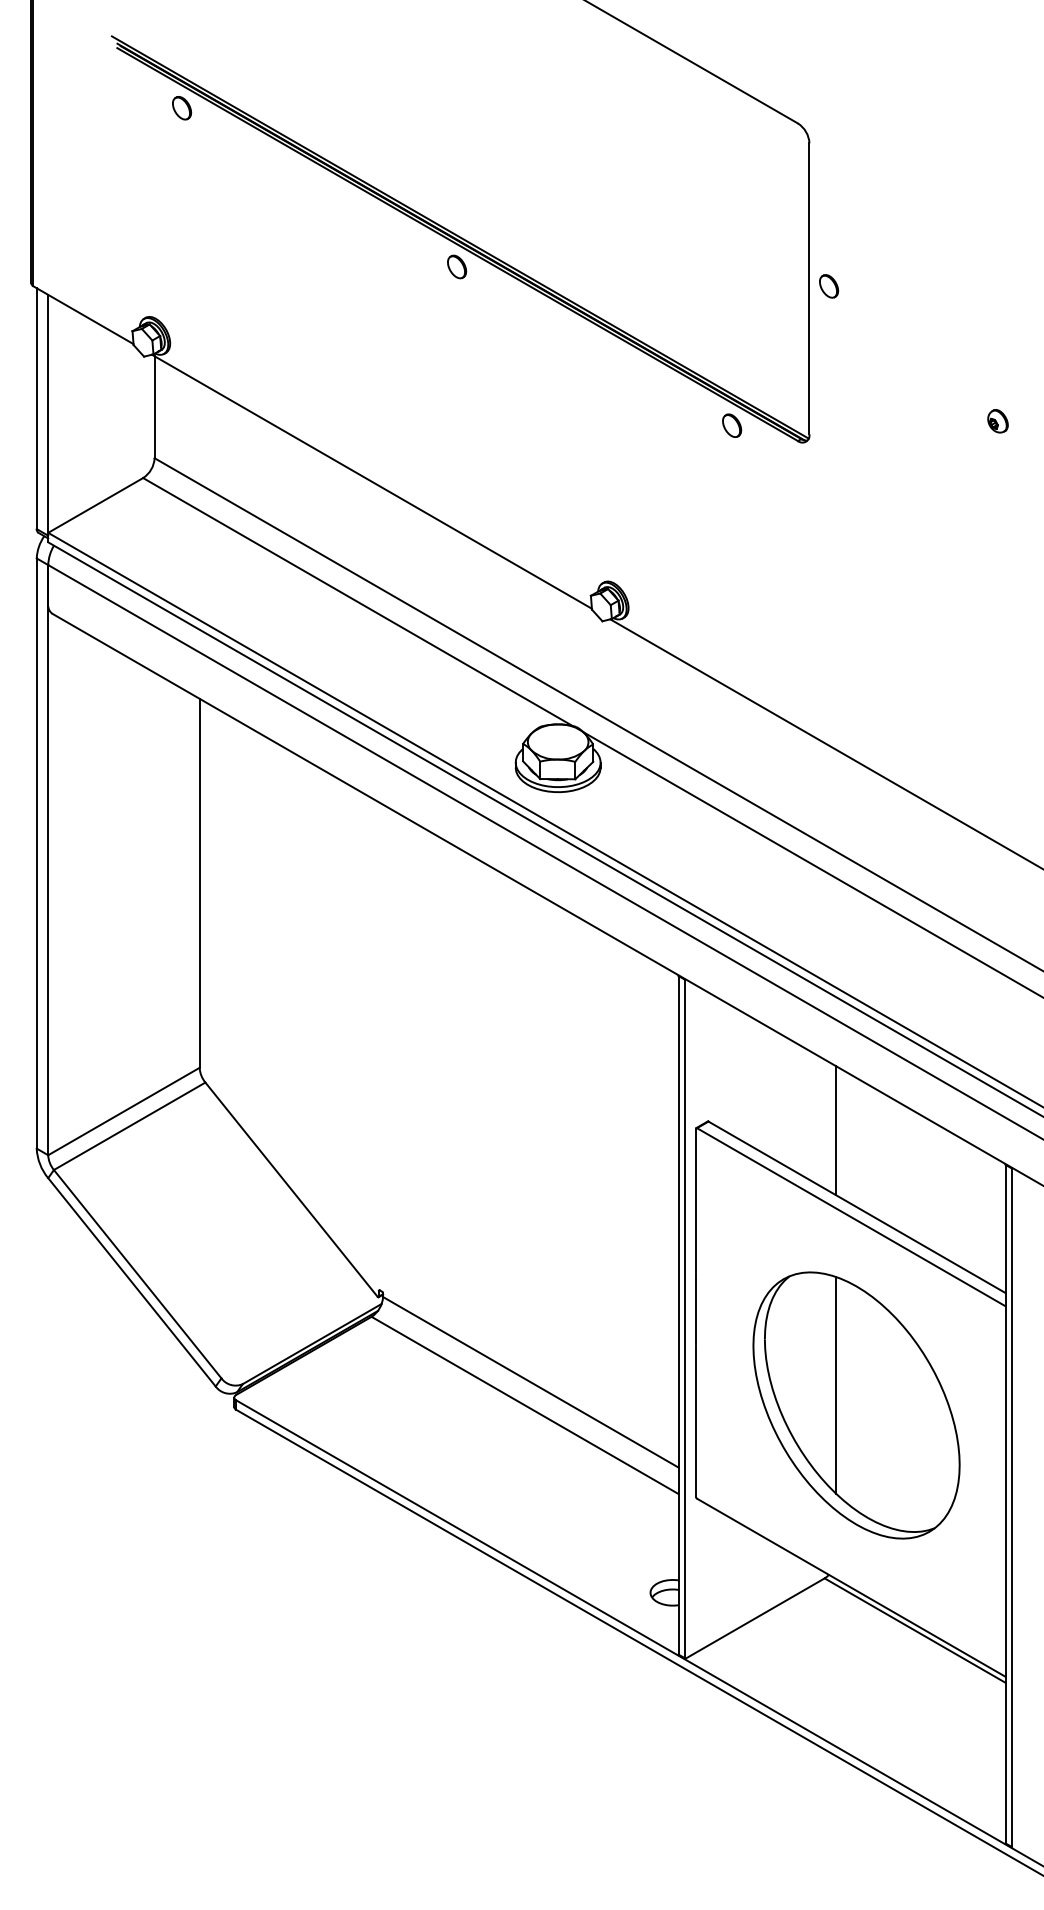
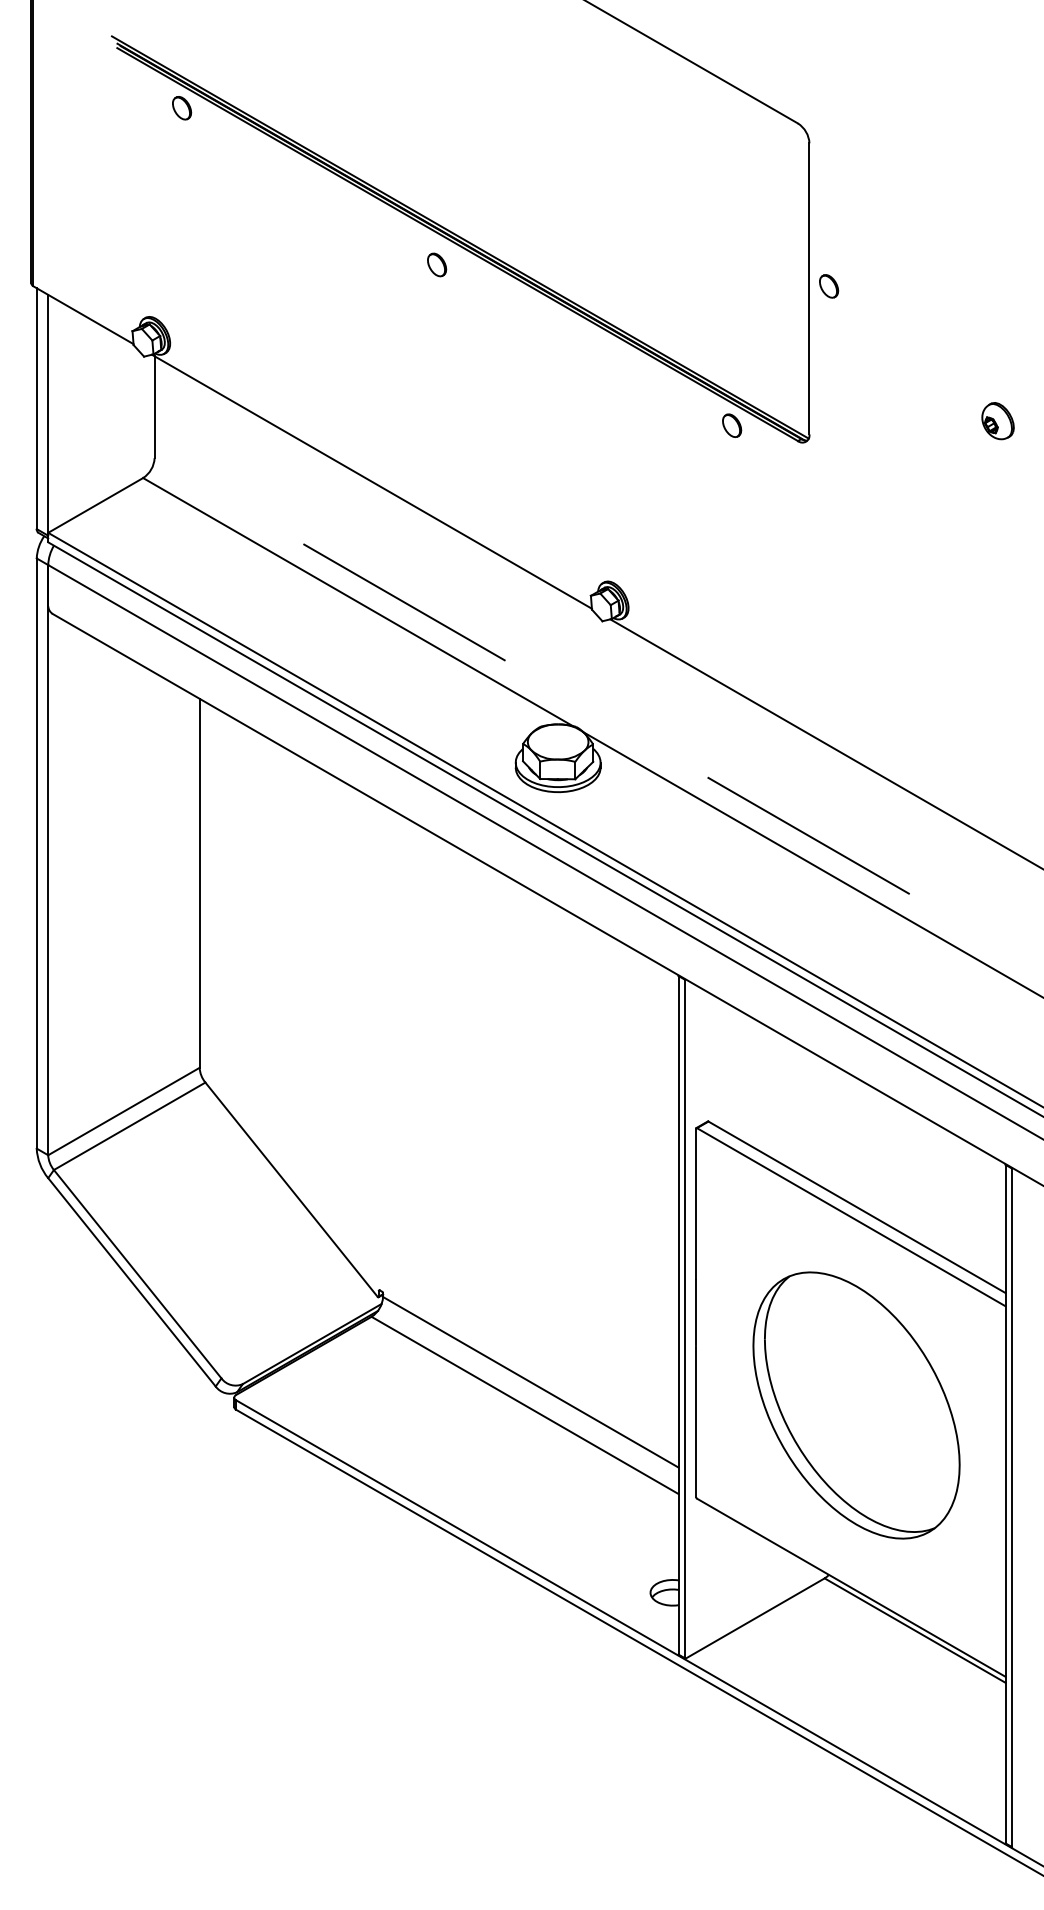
part at (457, 266) position: (457, 266) -> (437, 264)
part at (997, 421) size: 22x25 px -> 34x39 px
line at (598, 714): solid -> dashed
line at (836, 1130): present -> none
line at (836, 1384): present -> none
